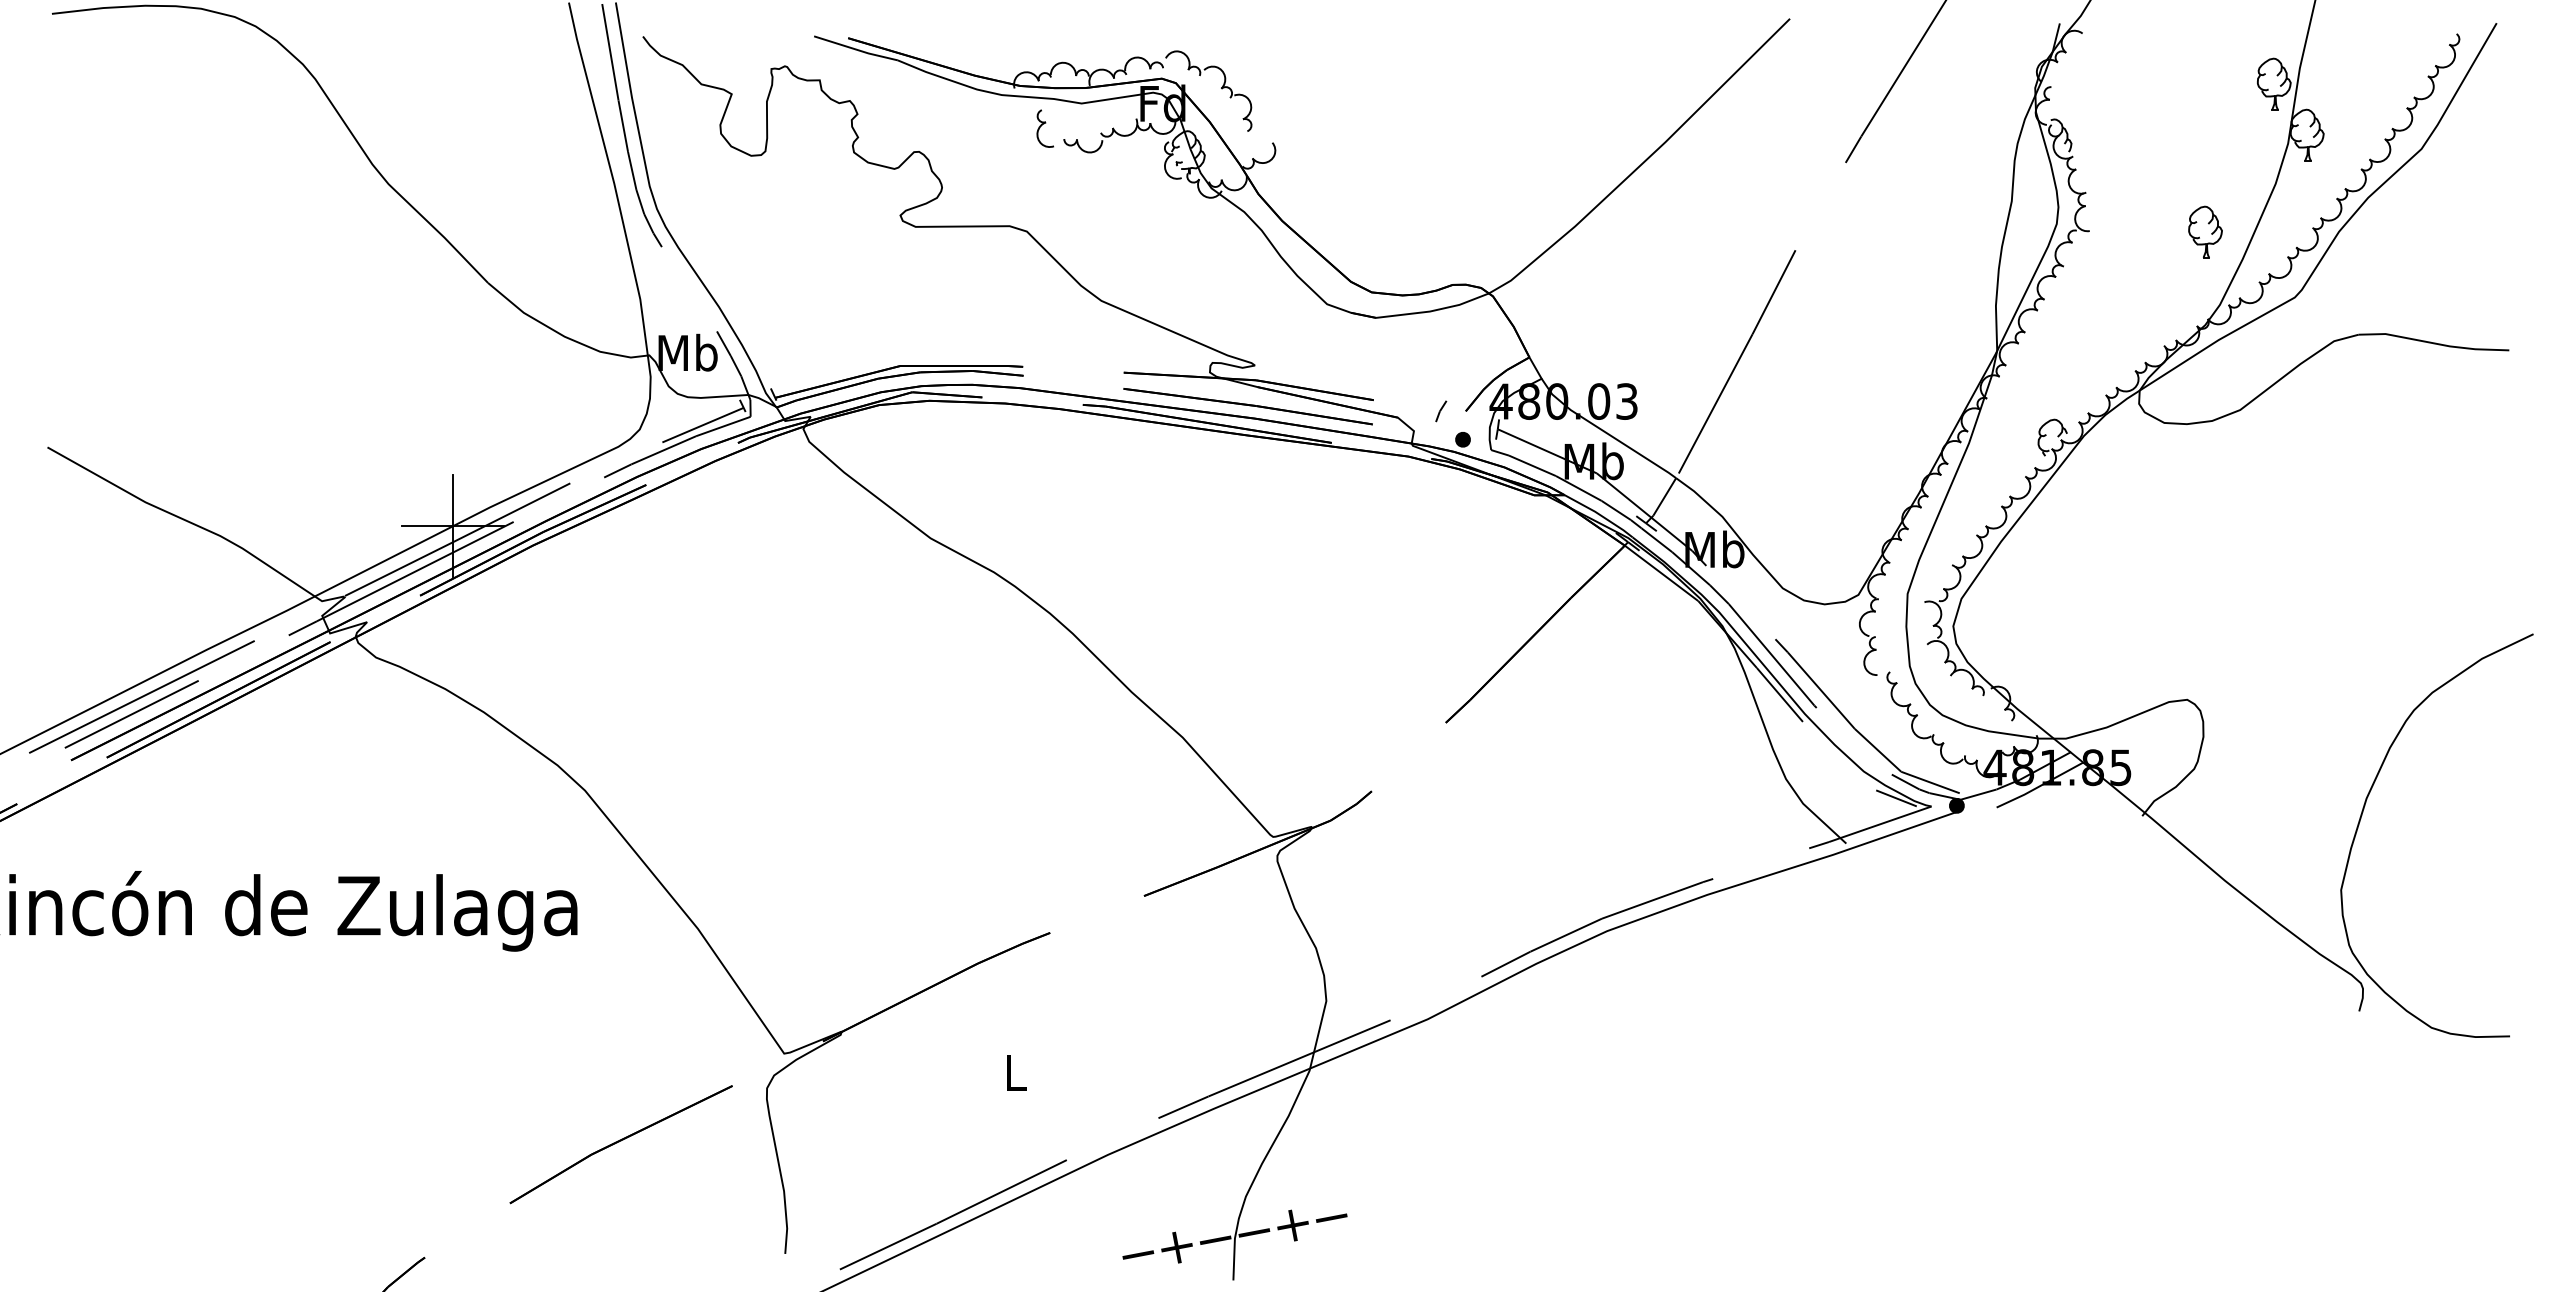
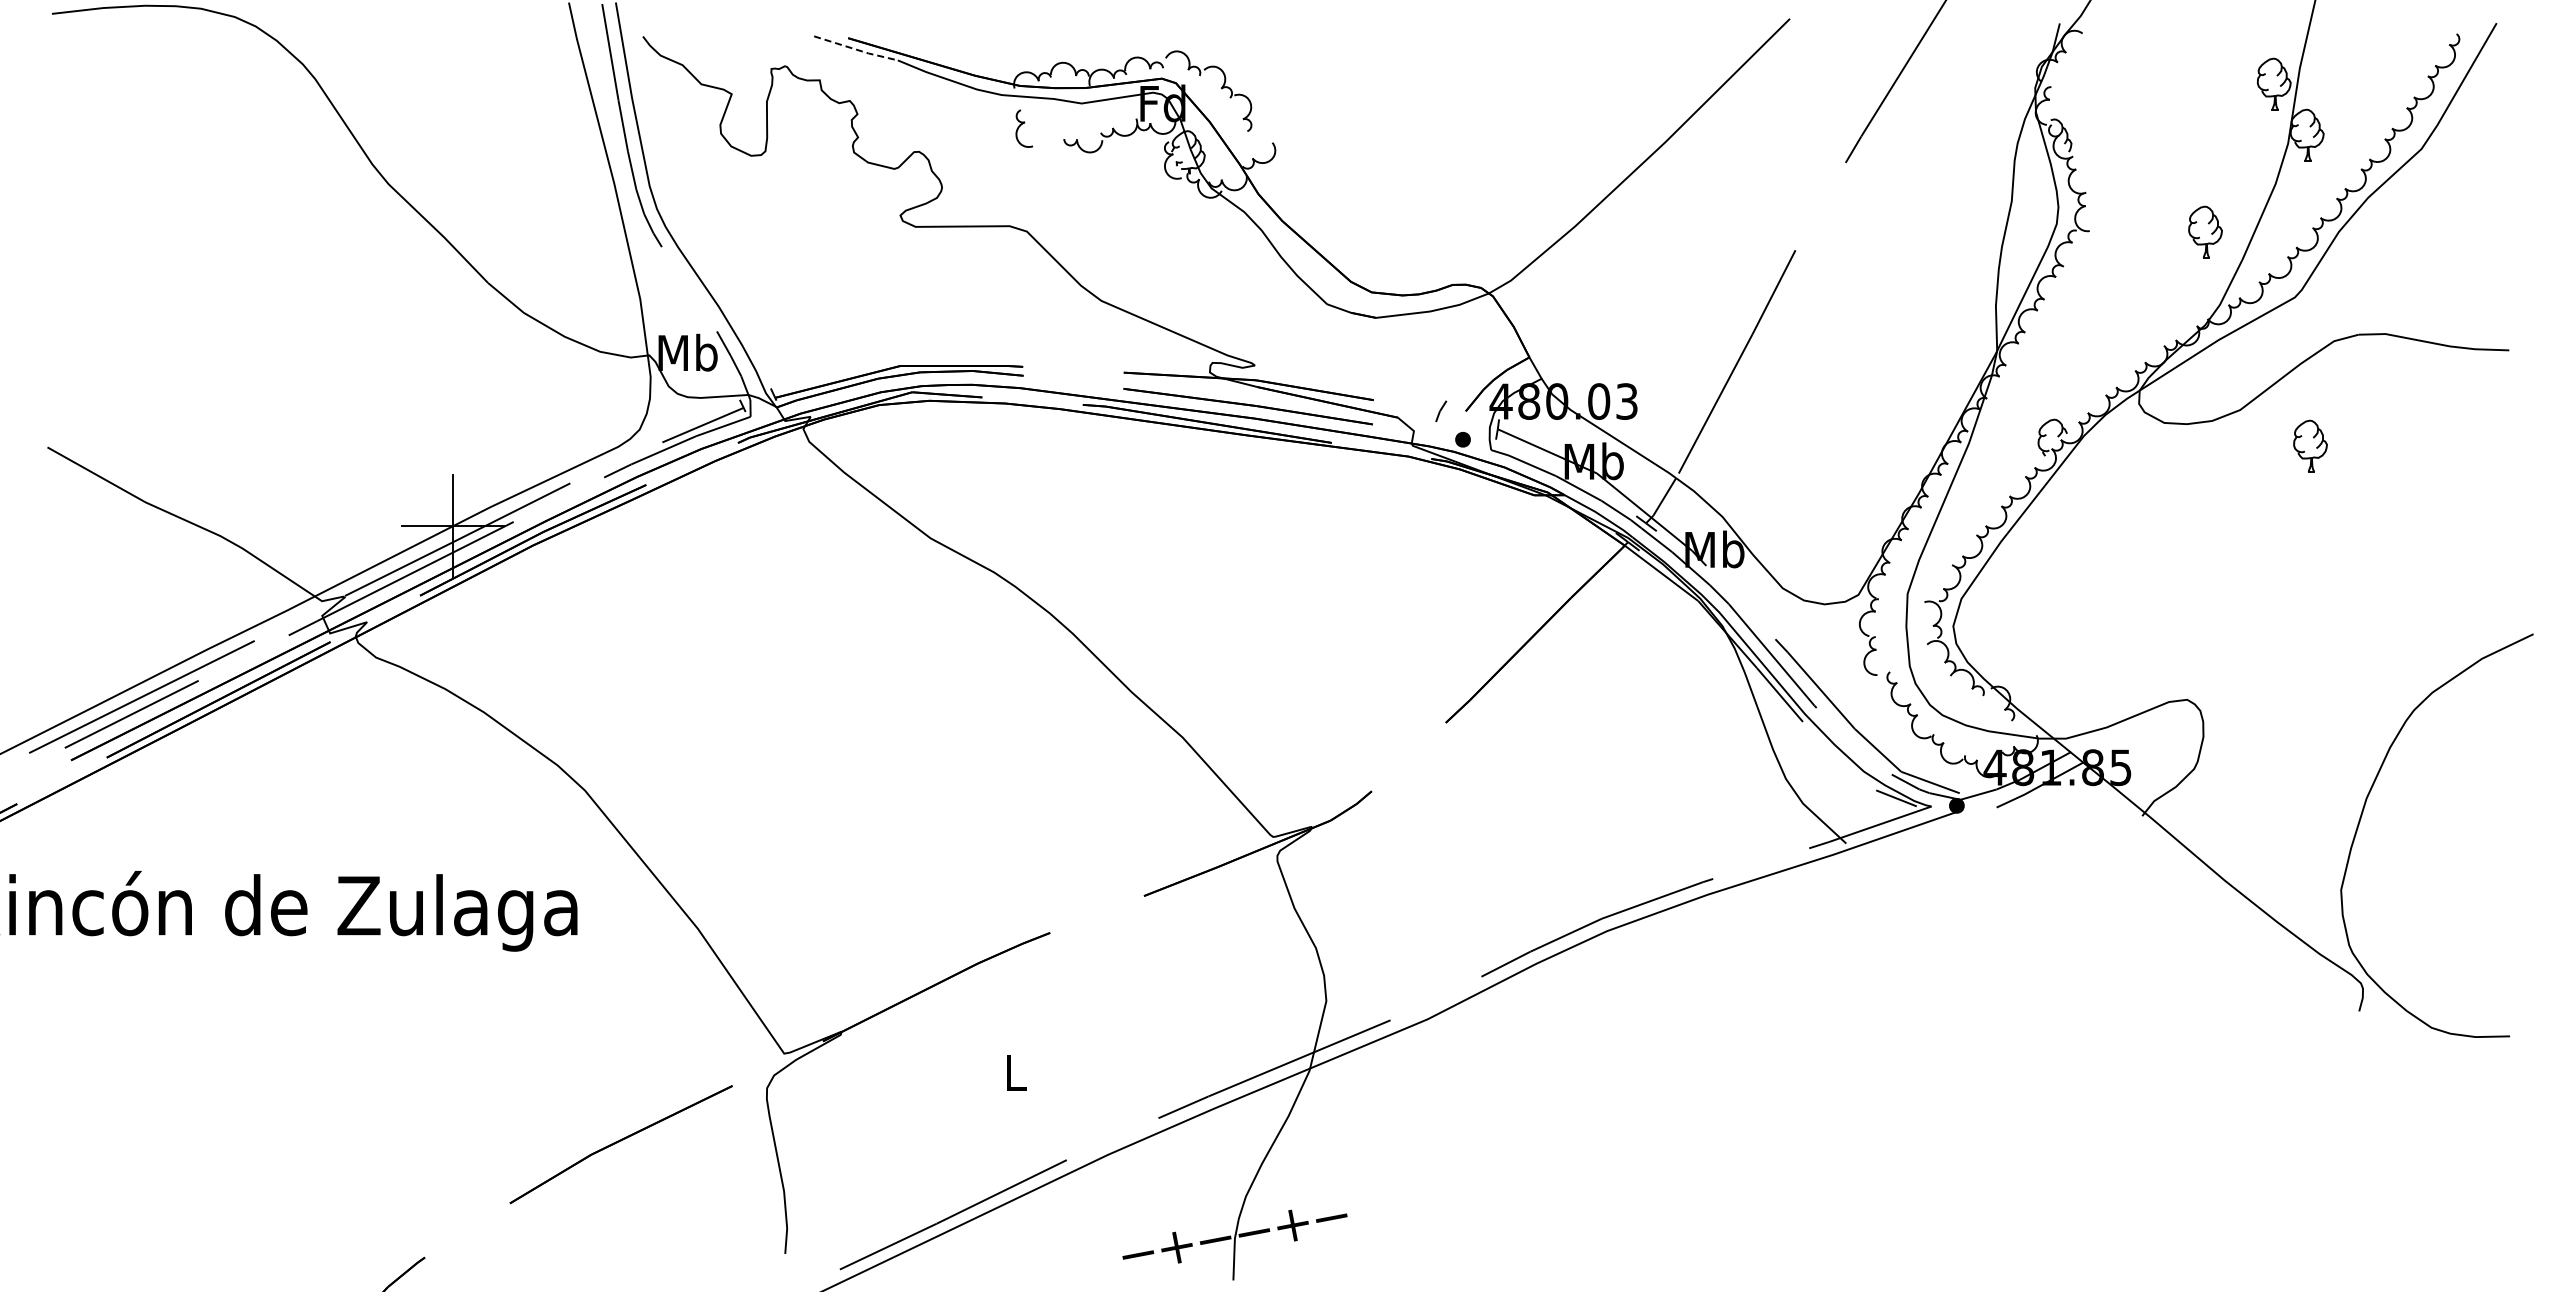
line at (856, 49): solid -> dashed
part at (1044, 128) position: (1044, 128) -> (1023, 128)
part at (2310, 445): none -> present
